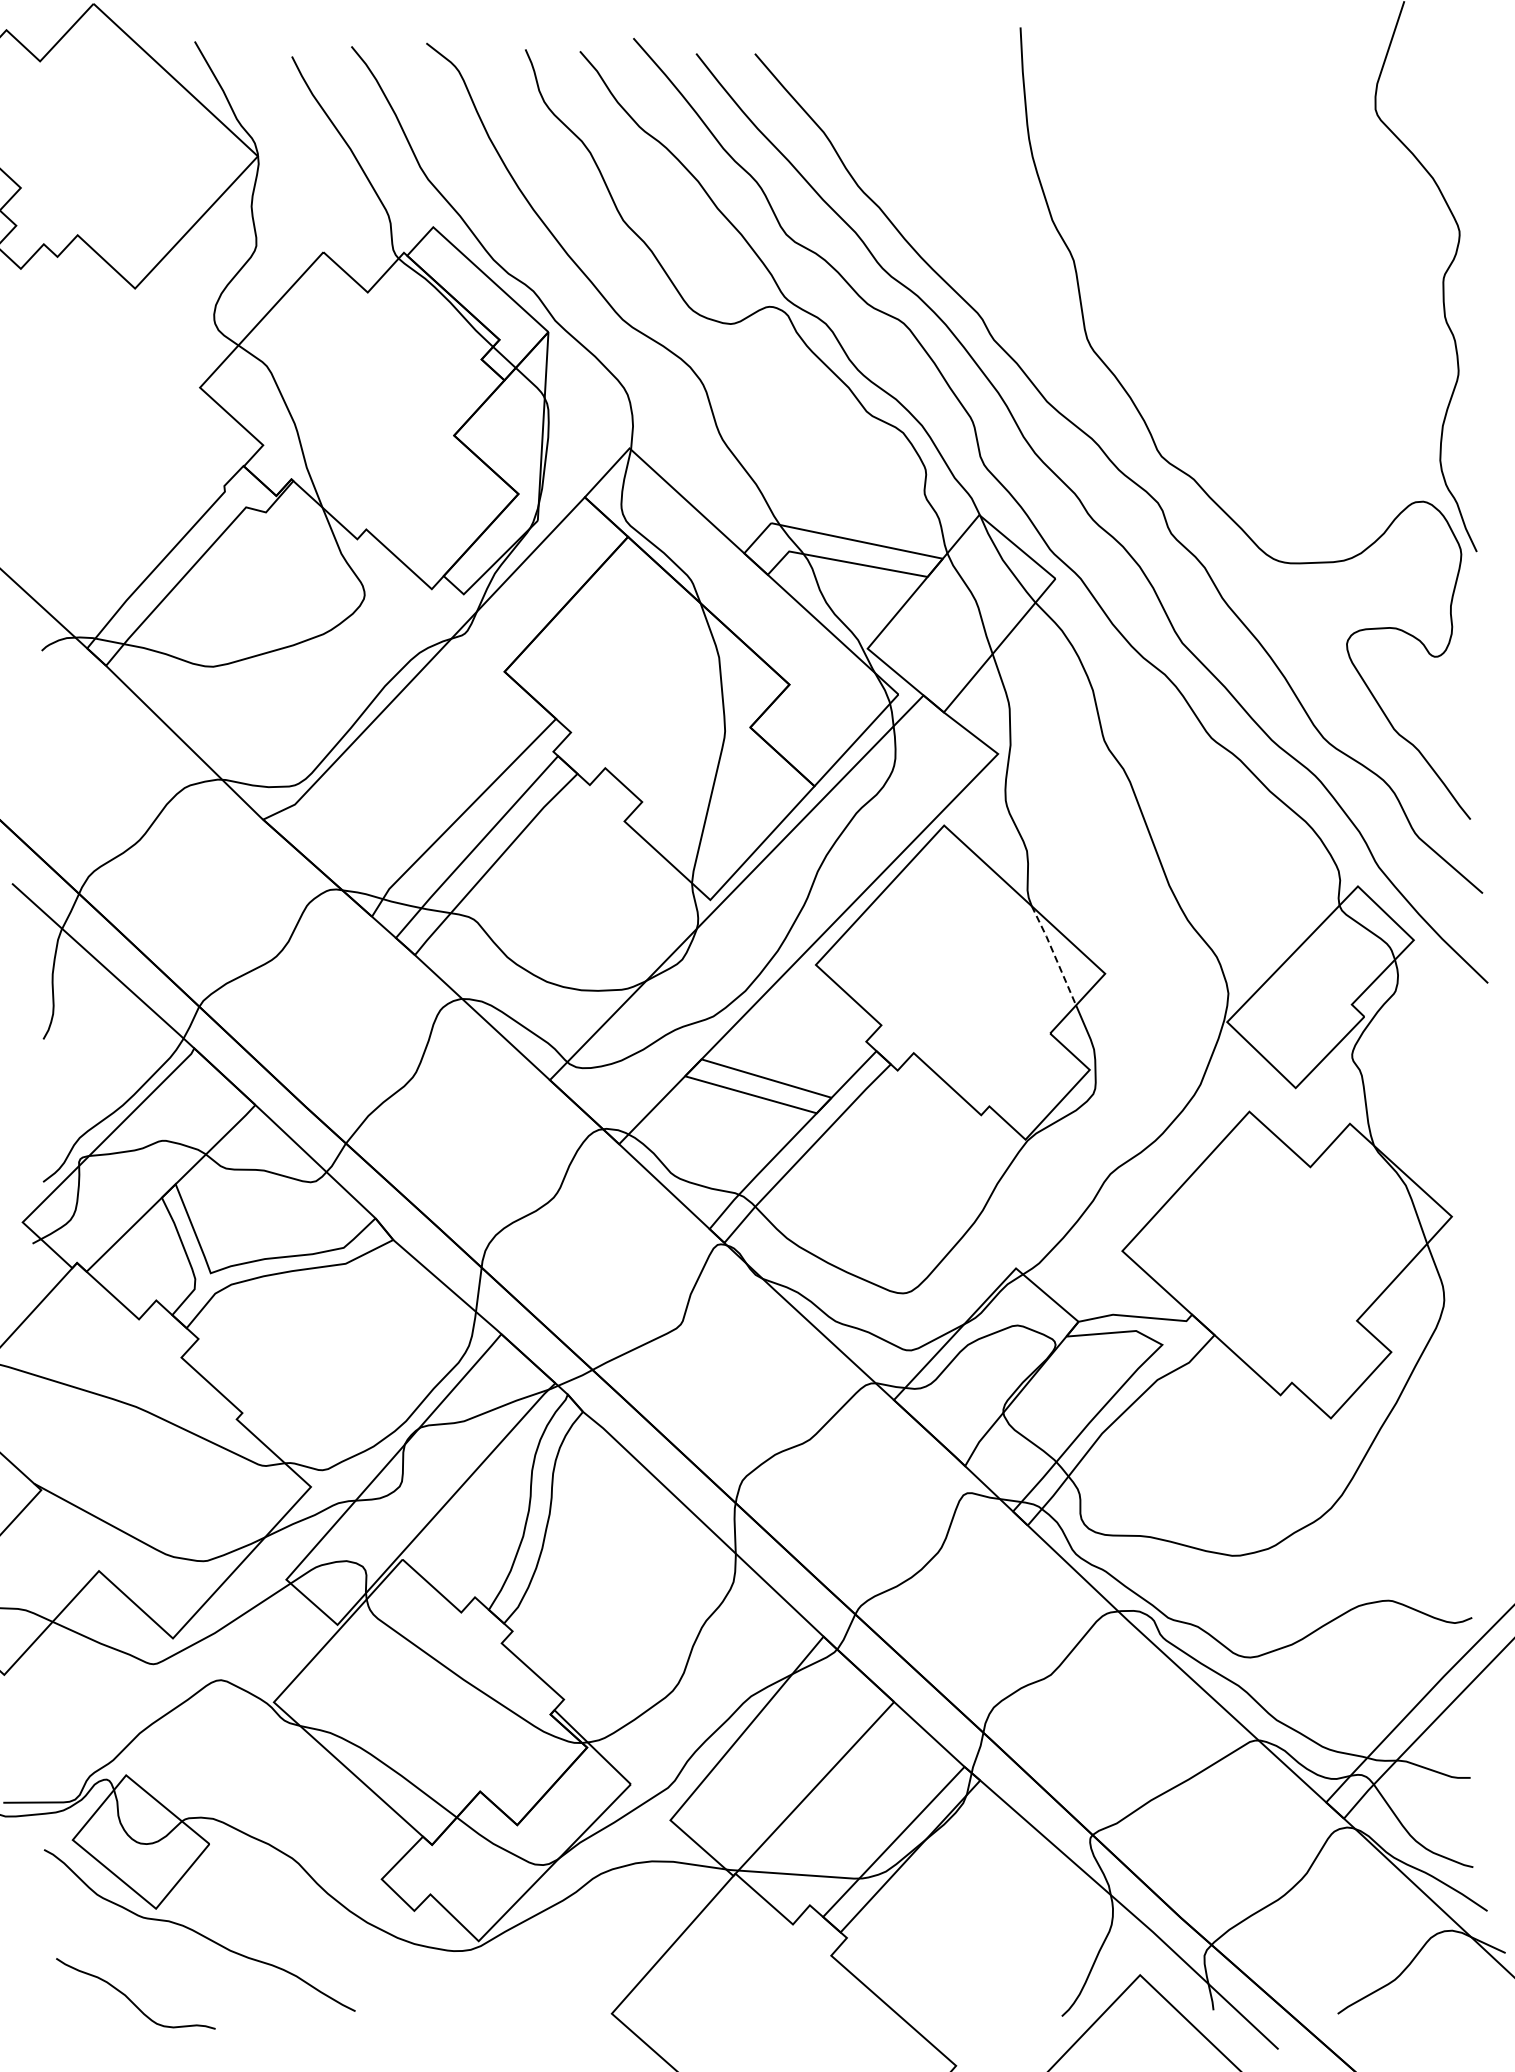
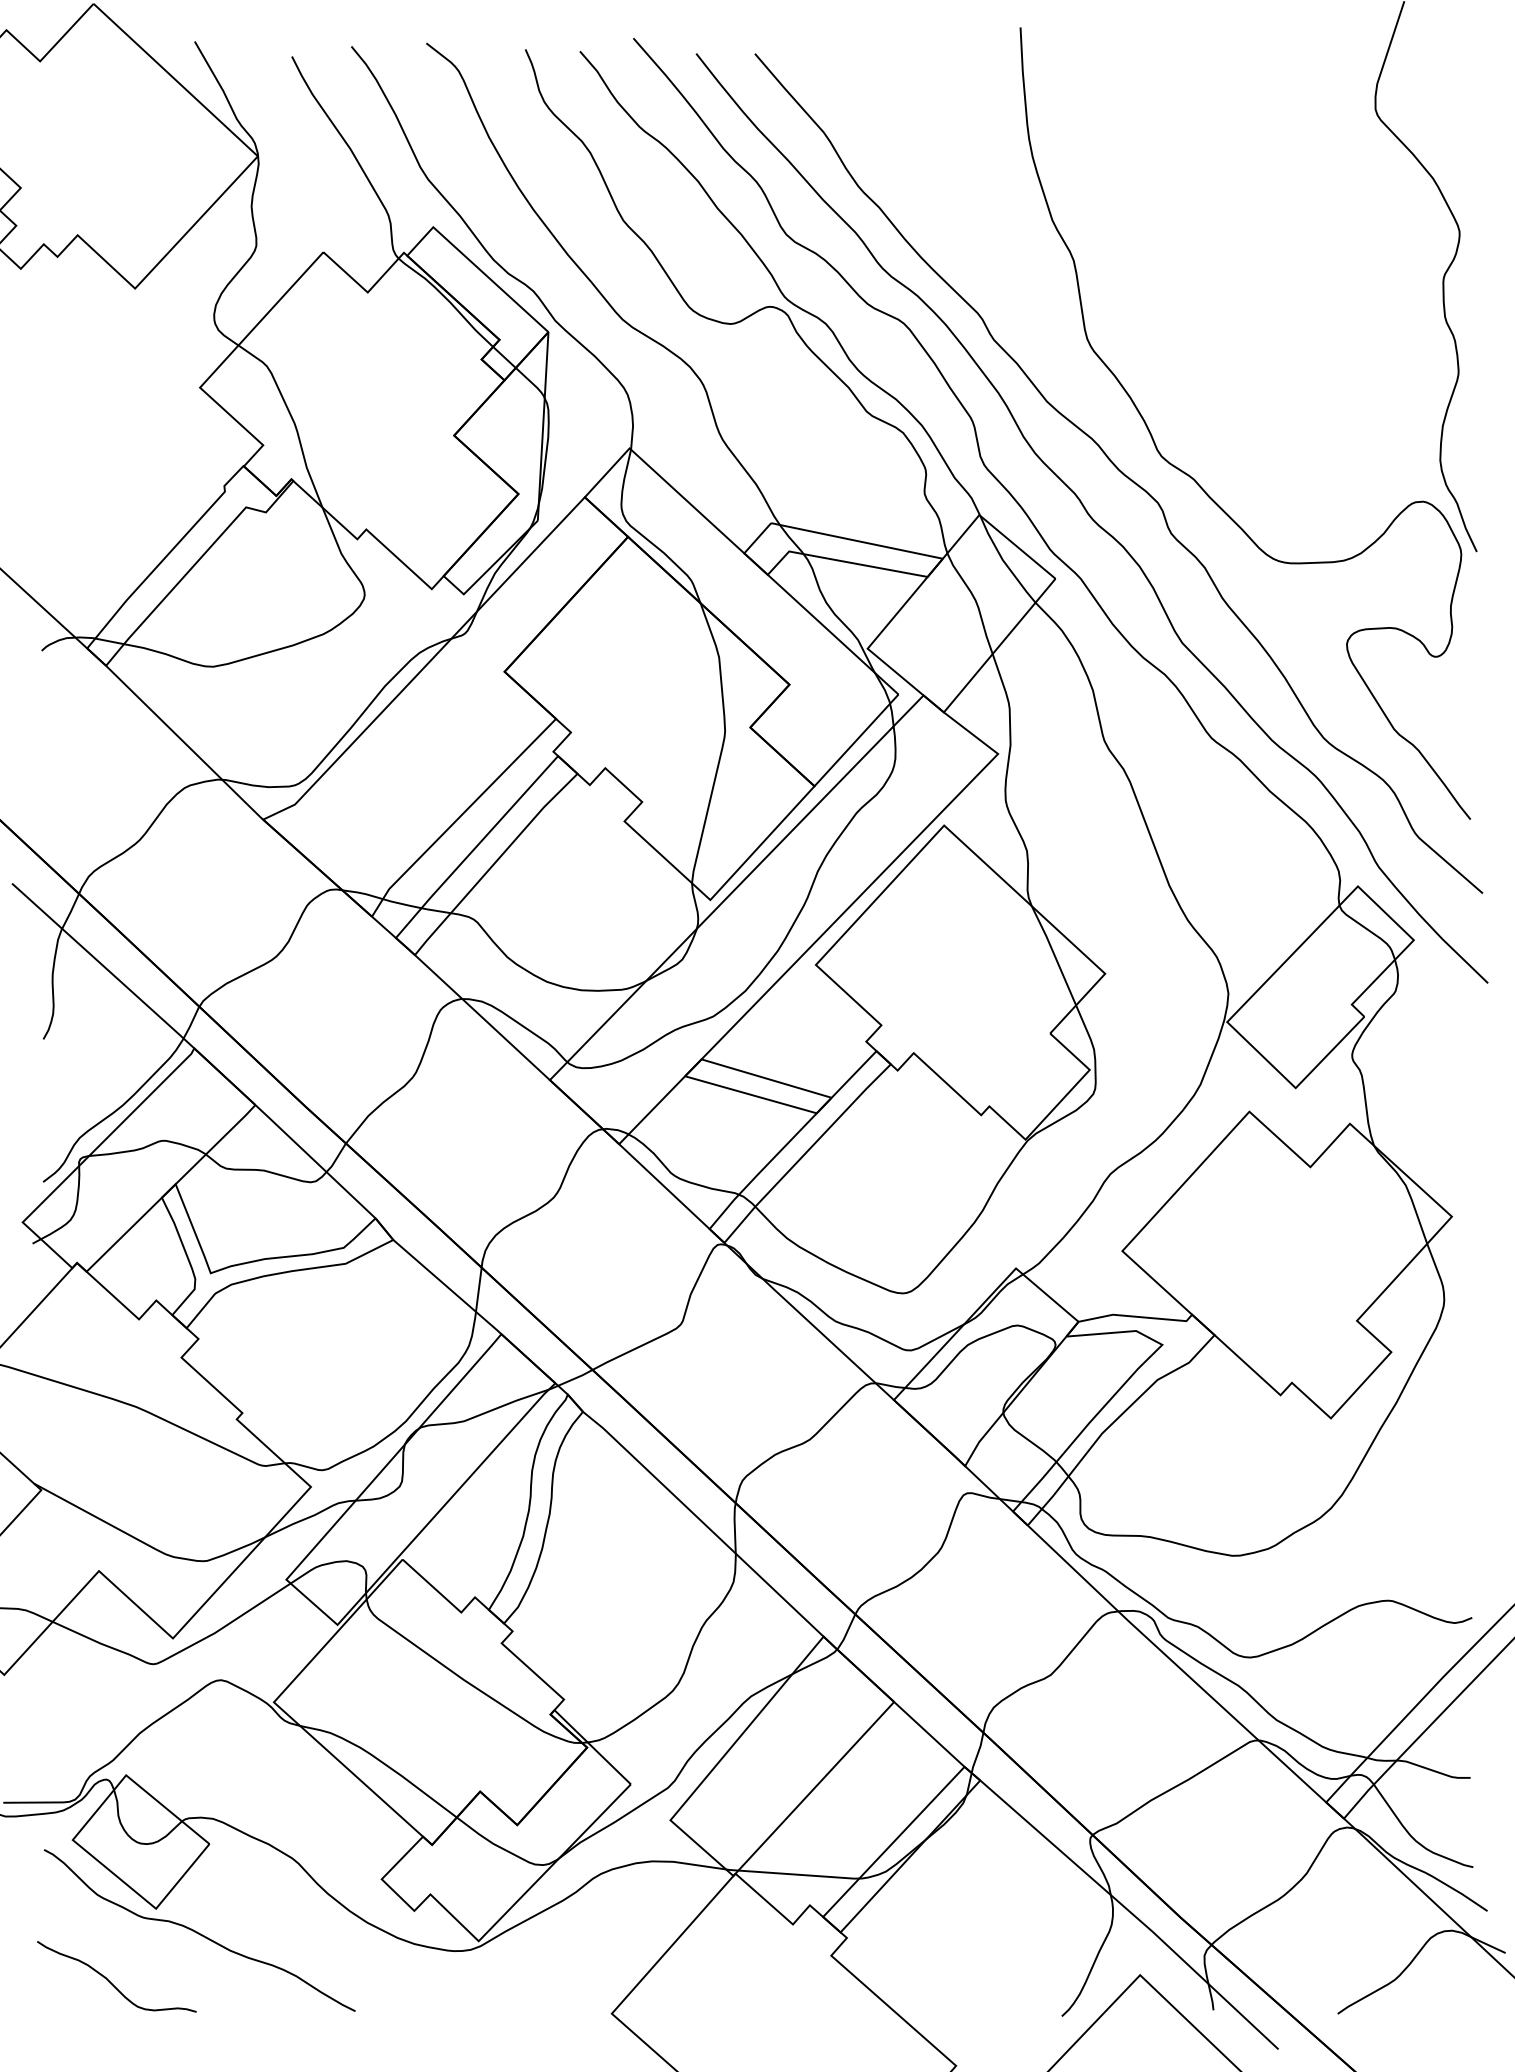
line at (1054, 954): dashed -> solid
curve at (129, 1998) position: (129, 1998) -> (110, 1981)
